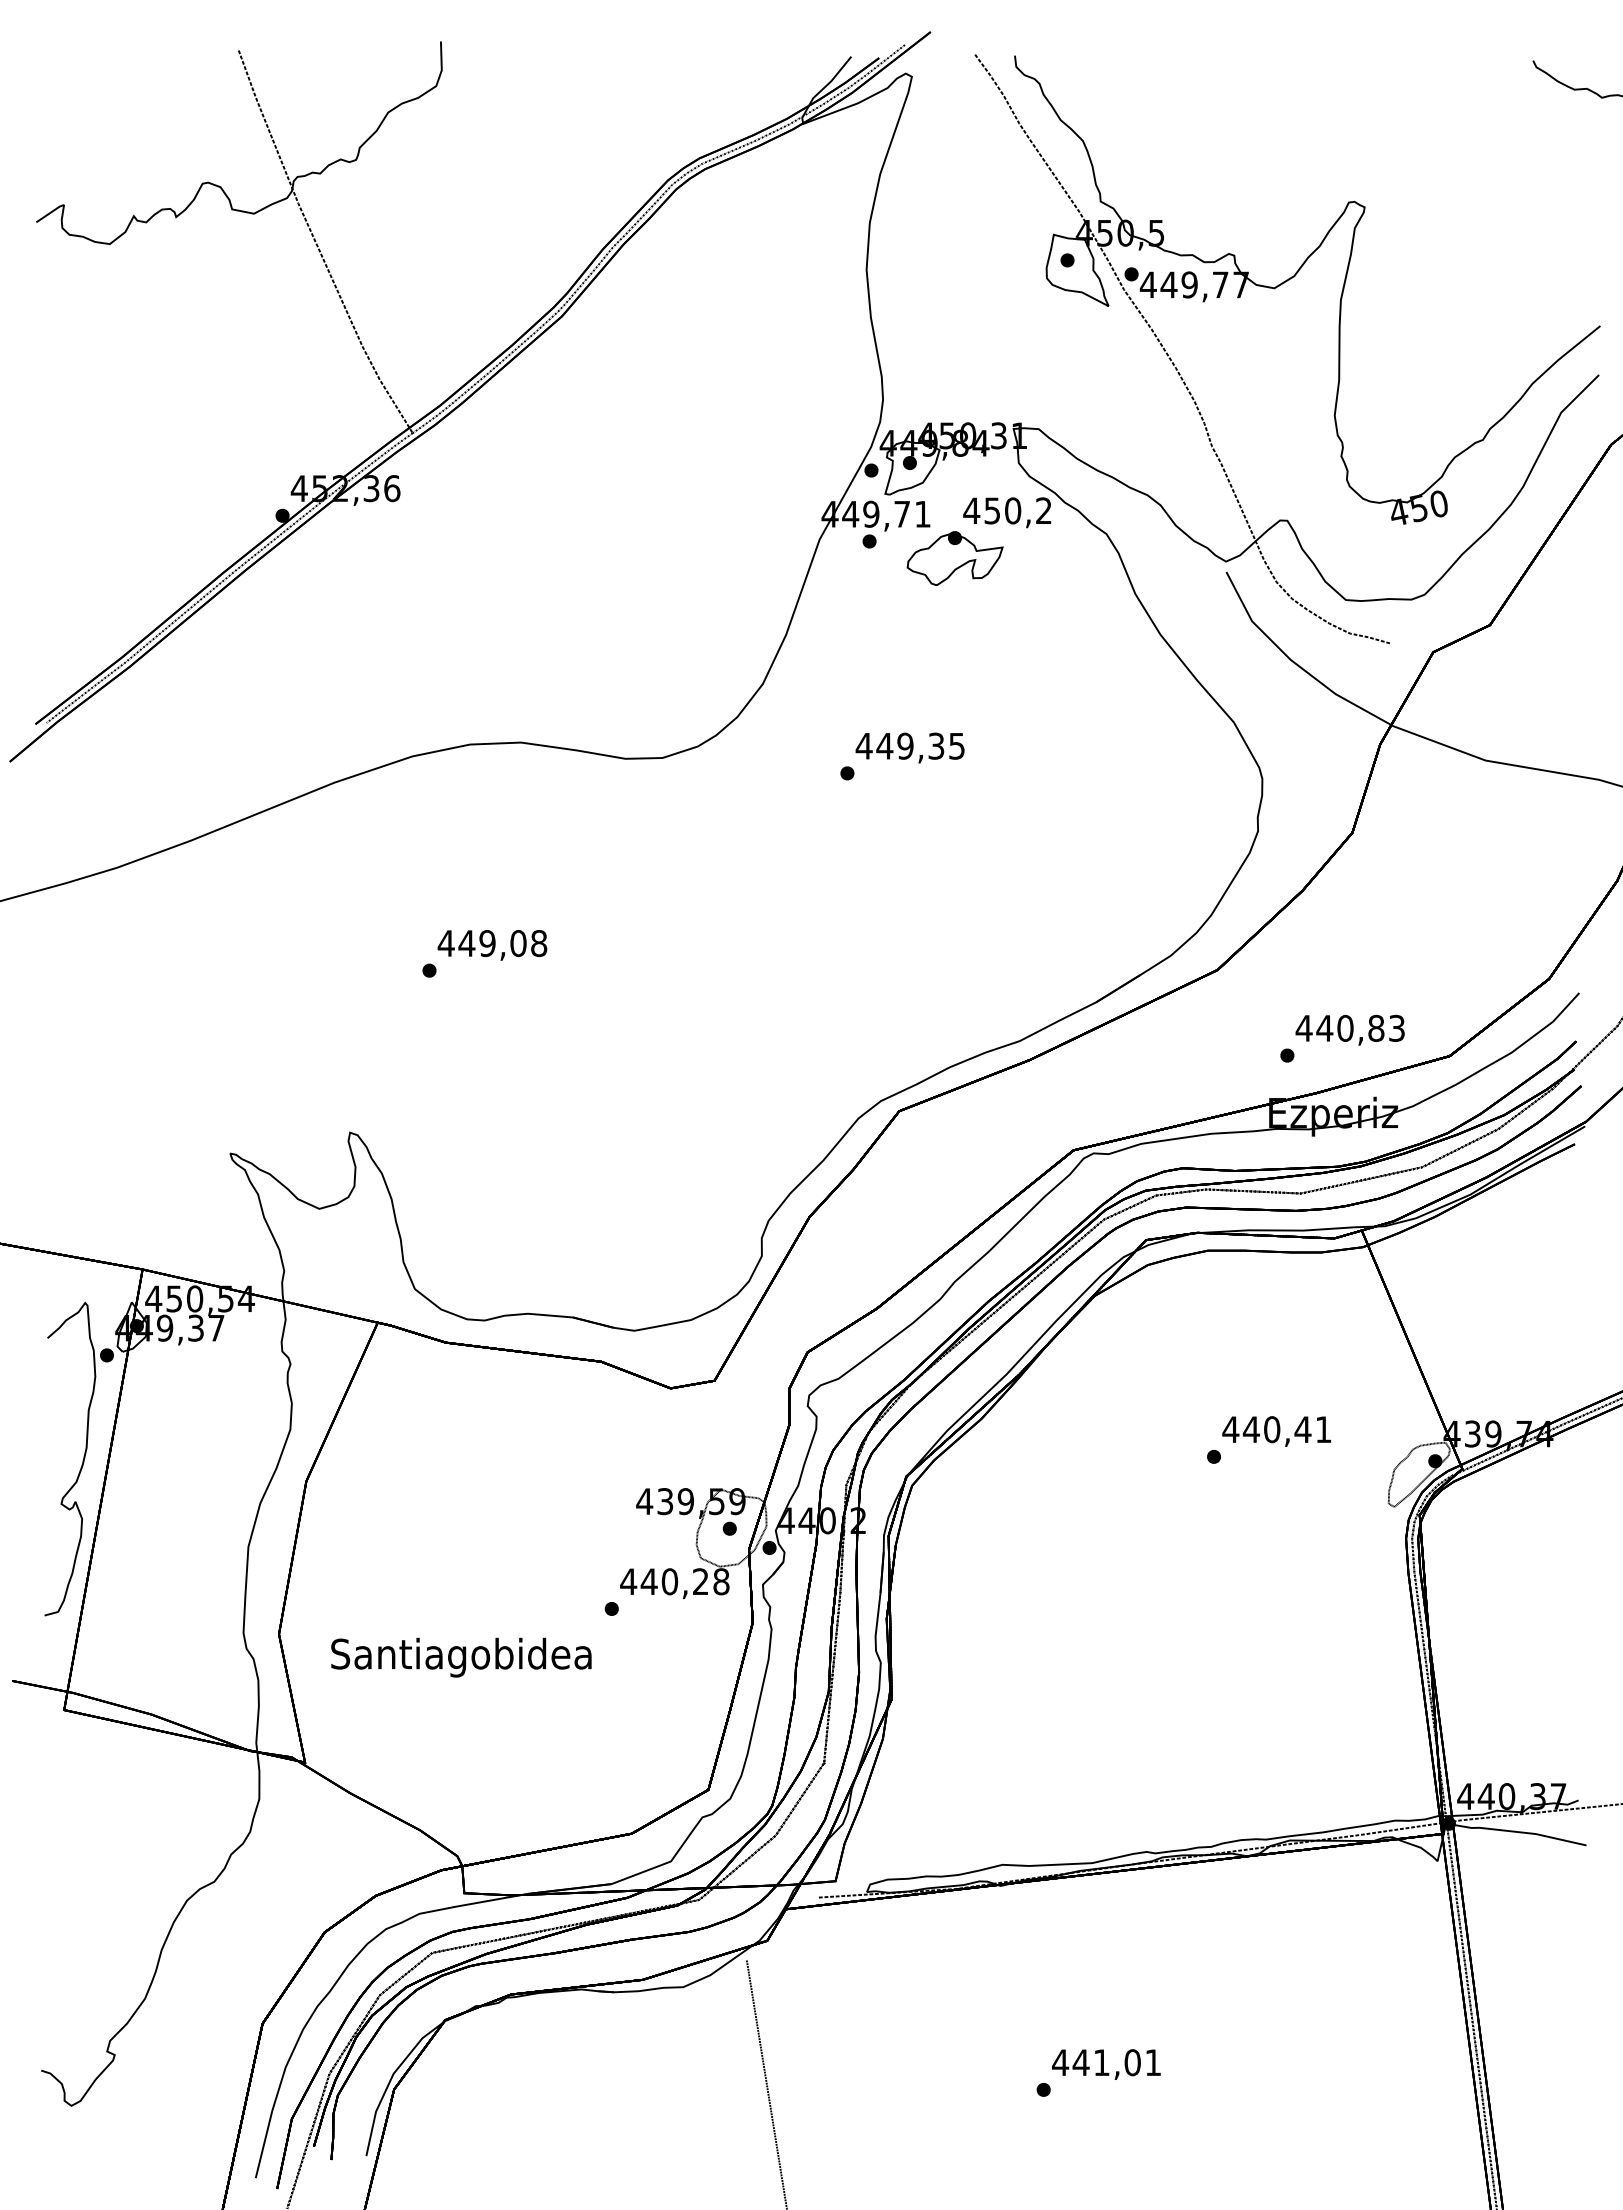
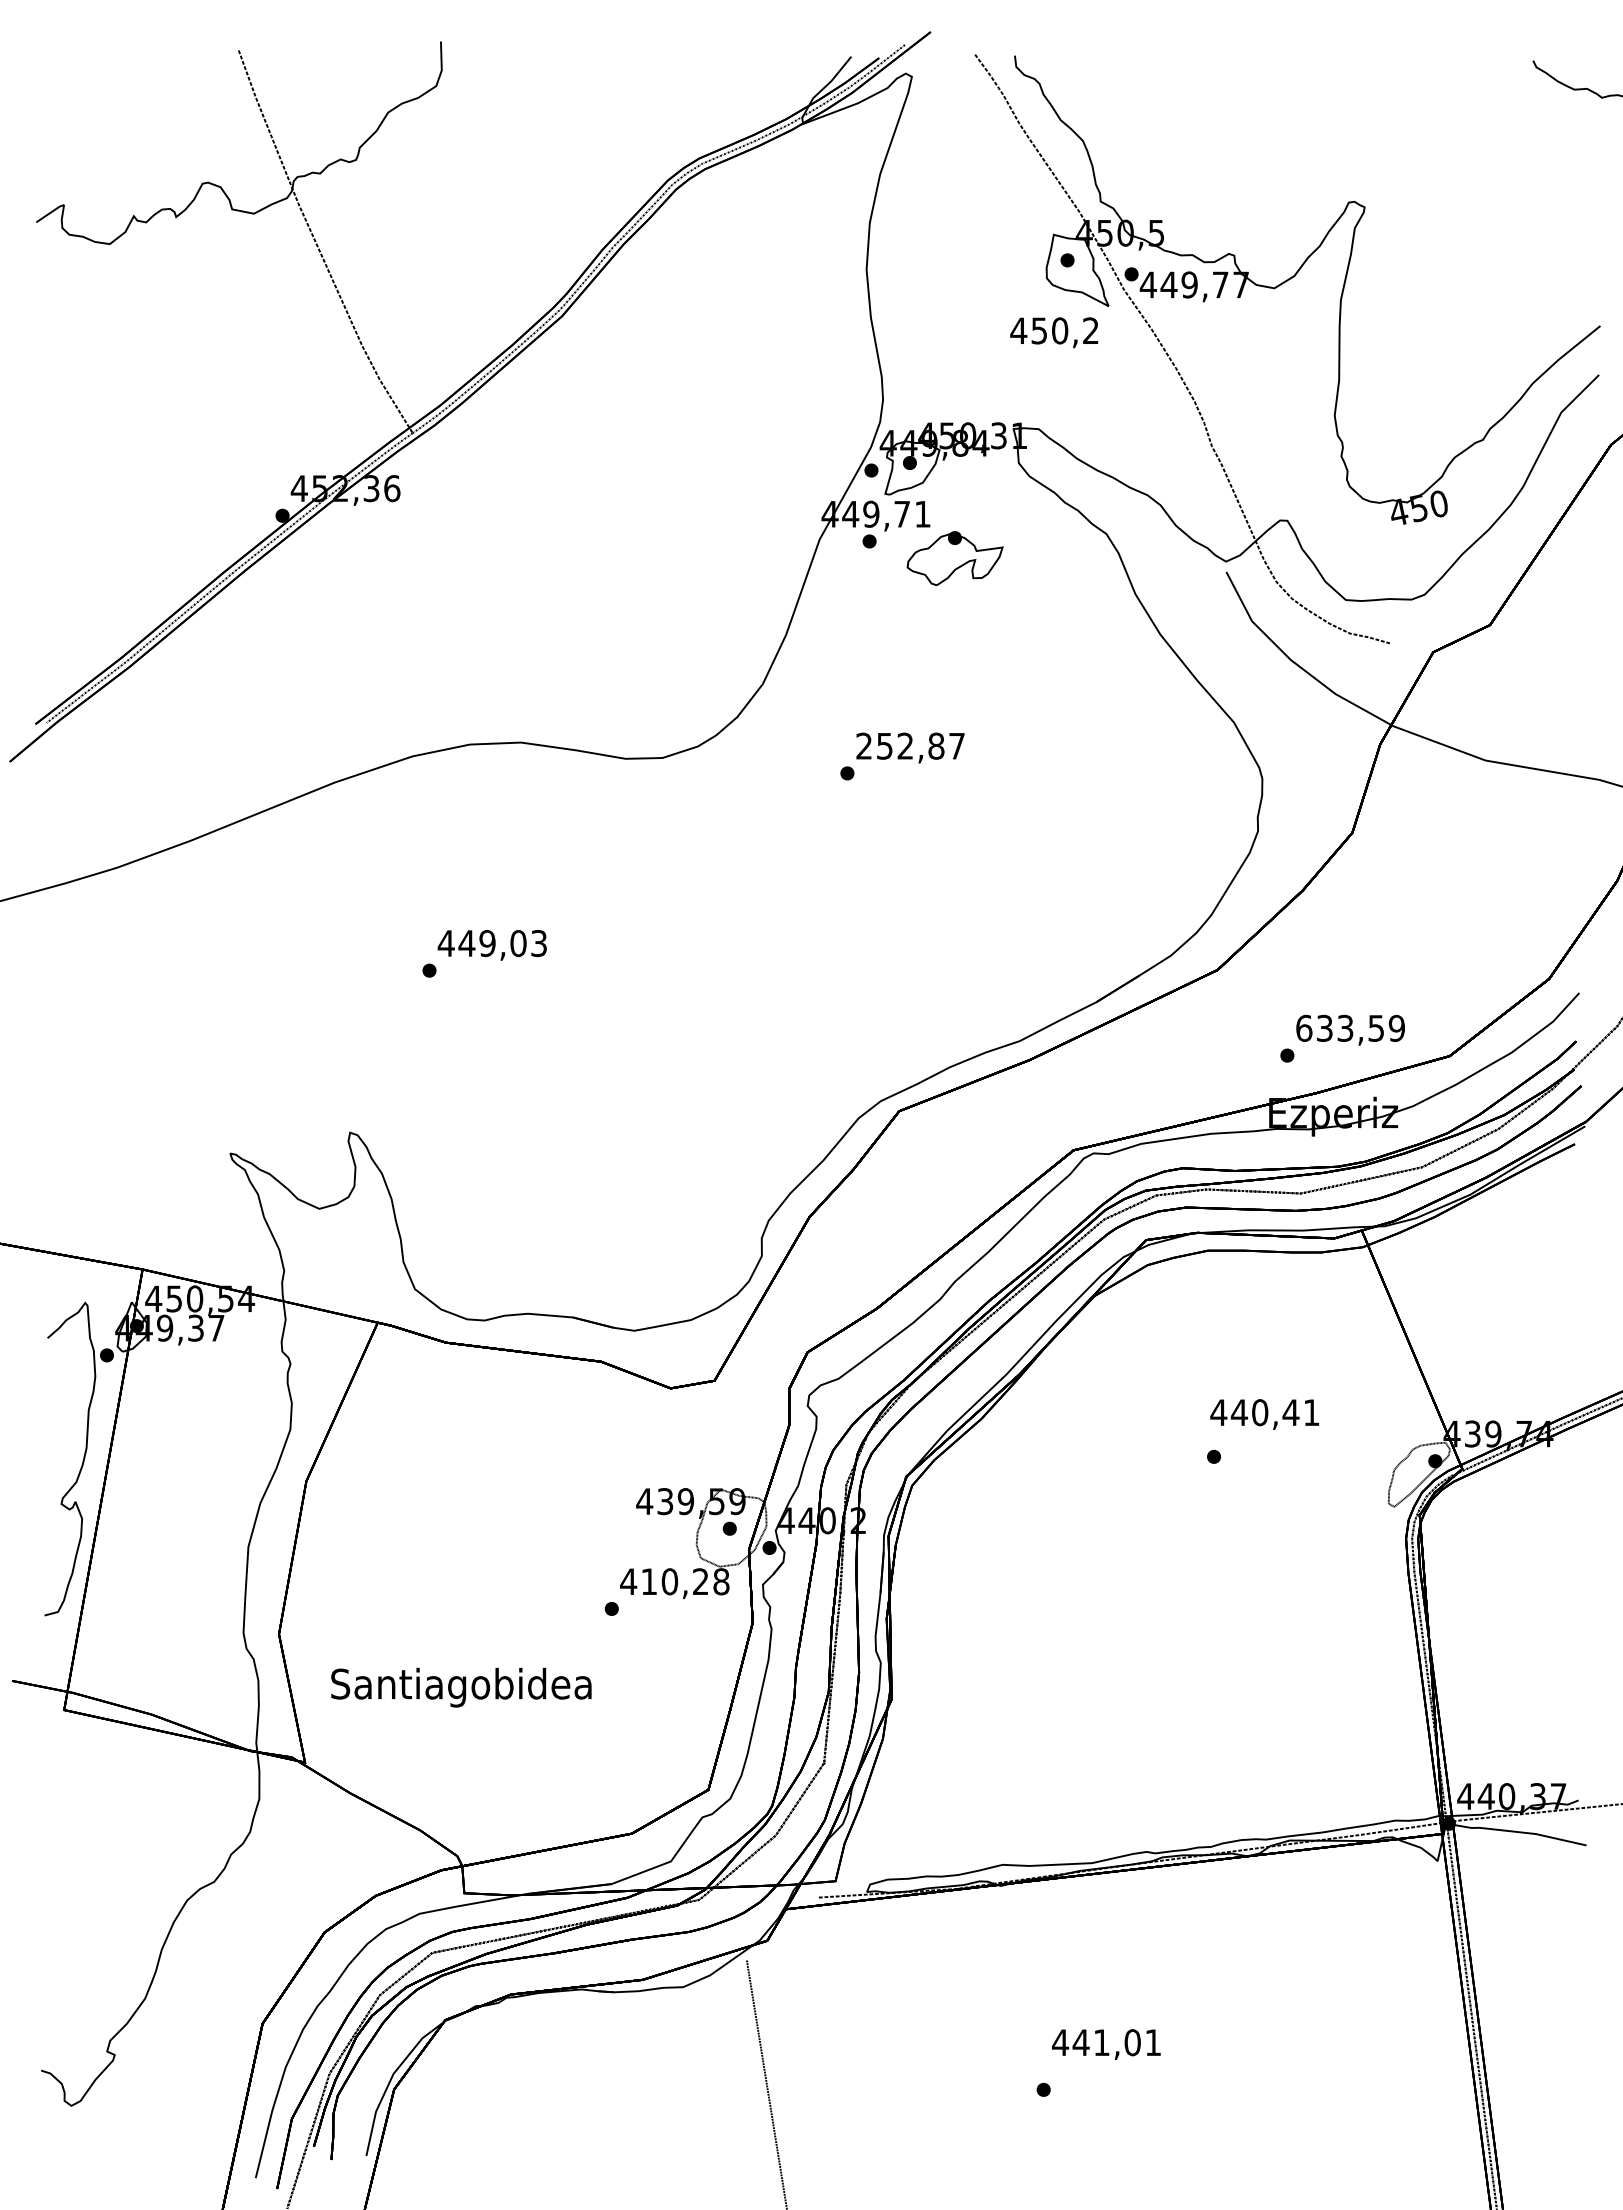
text at (1007, 512) position: (1007, 512) -> (1054, 332)
text at (909, 745): 449,35 -> 252,87
text at (539, 943): 449,08 -> 449,03
text at (1350, 1027): 440,83 -> 633,59
text at (1276, 1431) position: (1276, 1431) -> (1264, 1414)
text at (648, 1581): 440,28 -> 410,28
text at (461, 1657) position: (461, 1657) -> (461, 1687)
text at (1106, 2064) position: (1106, 2064) -> (1106, 2044)
